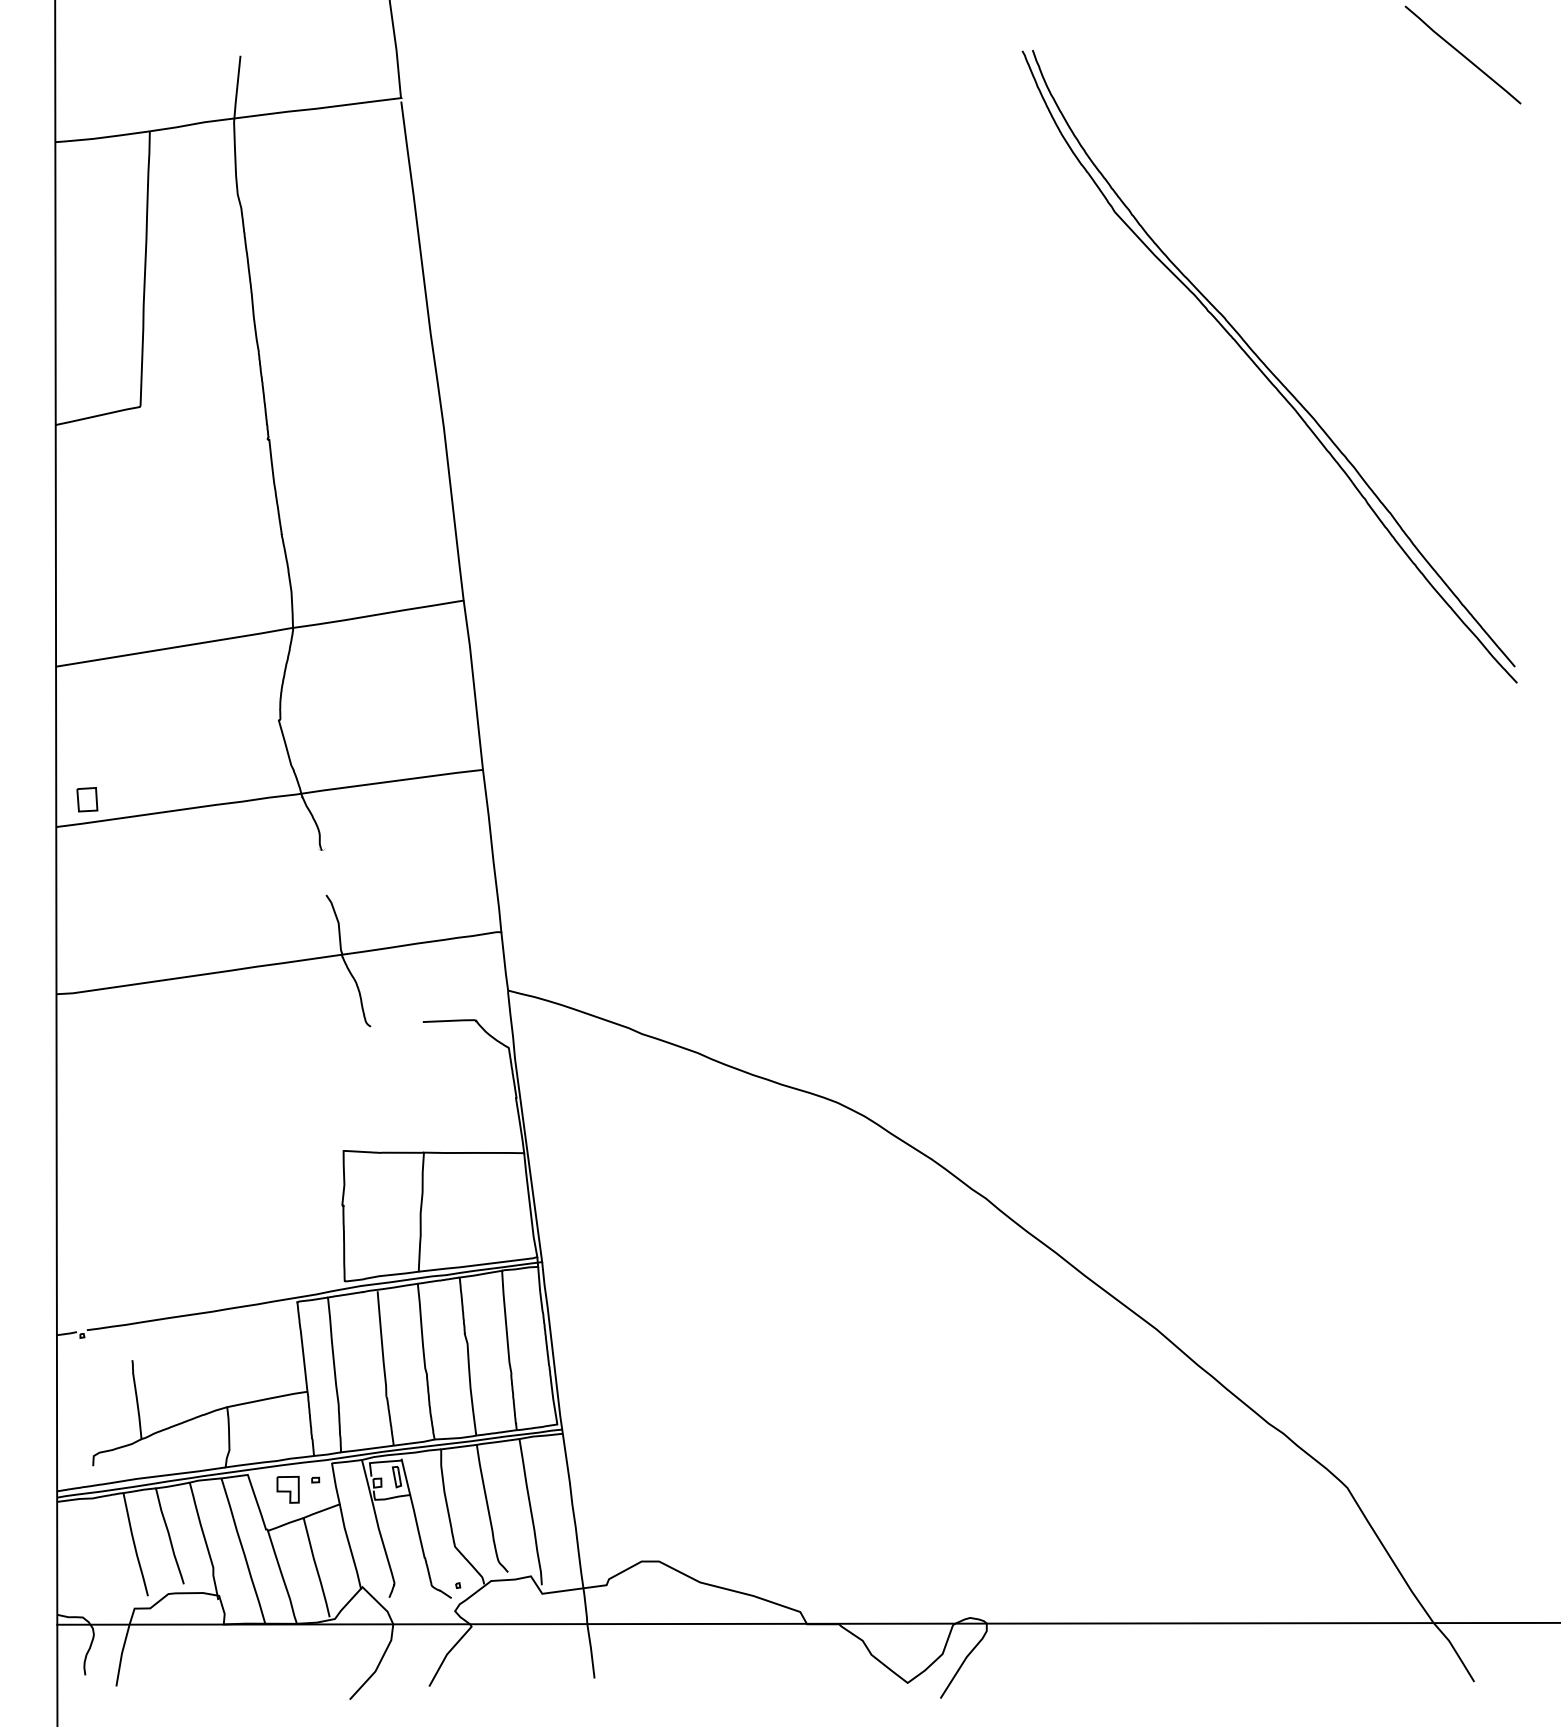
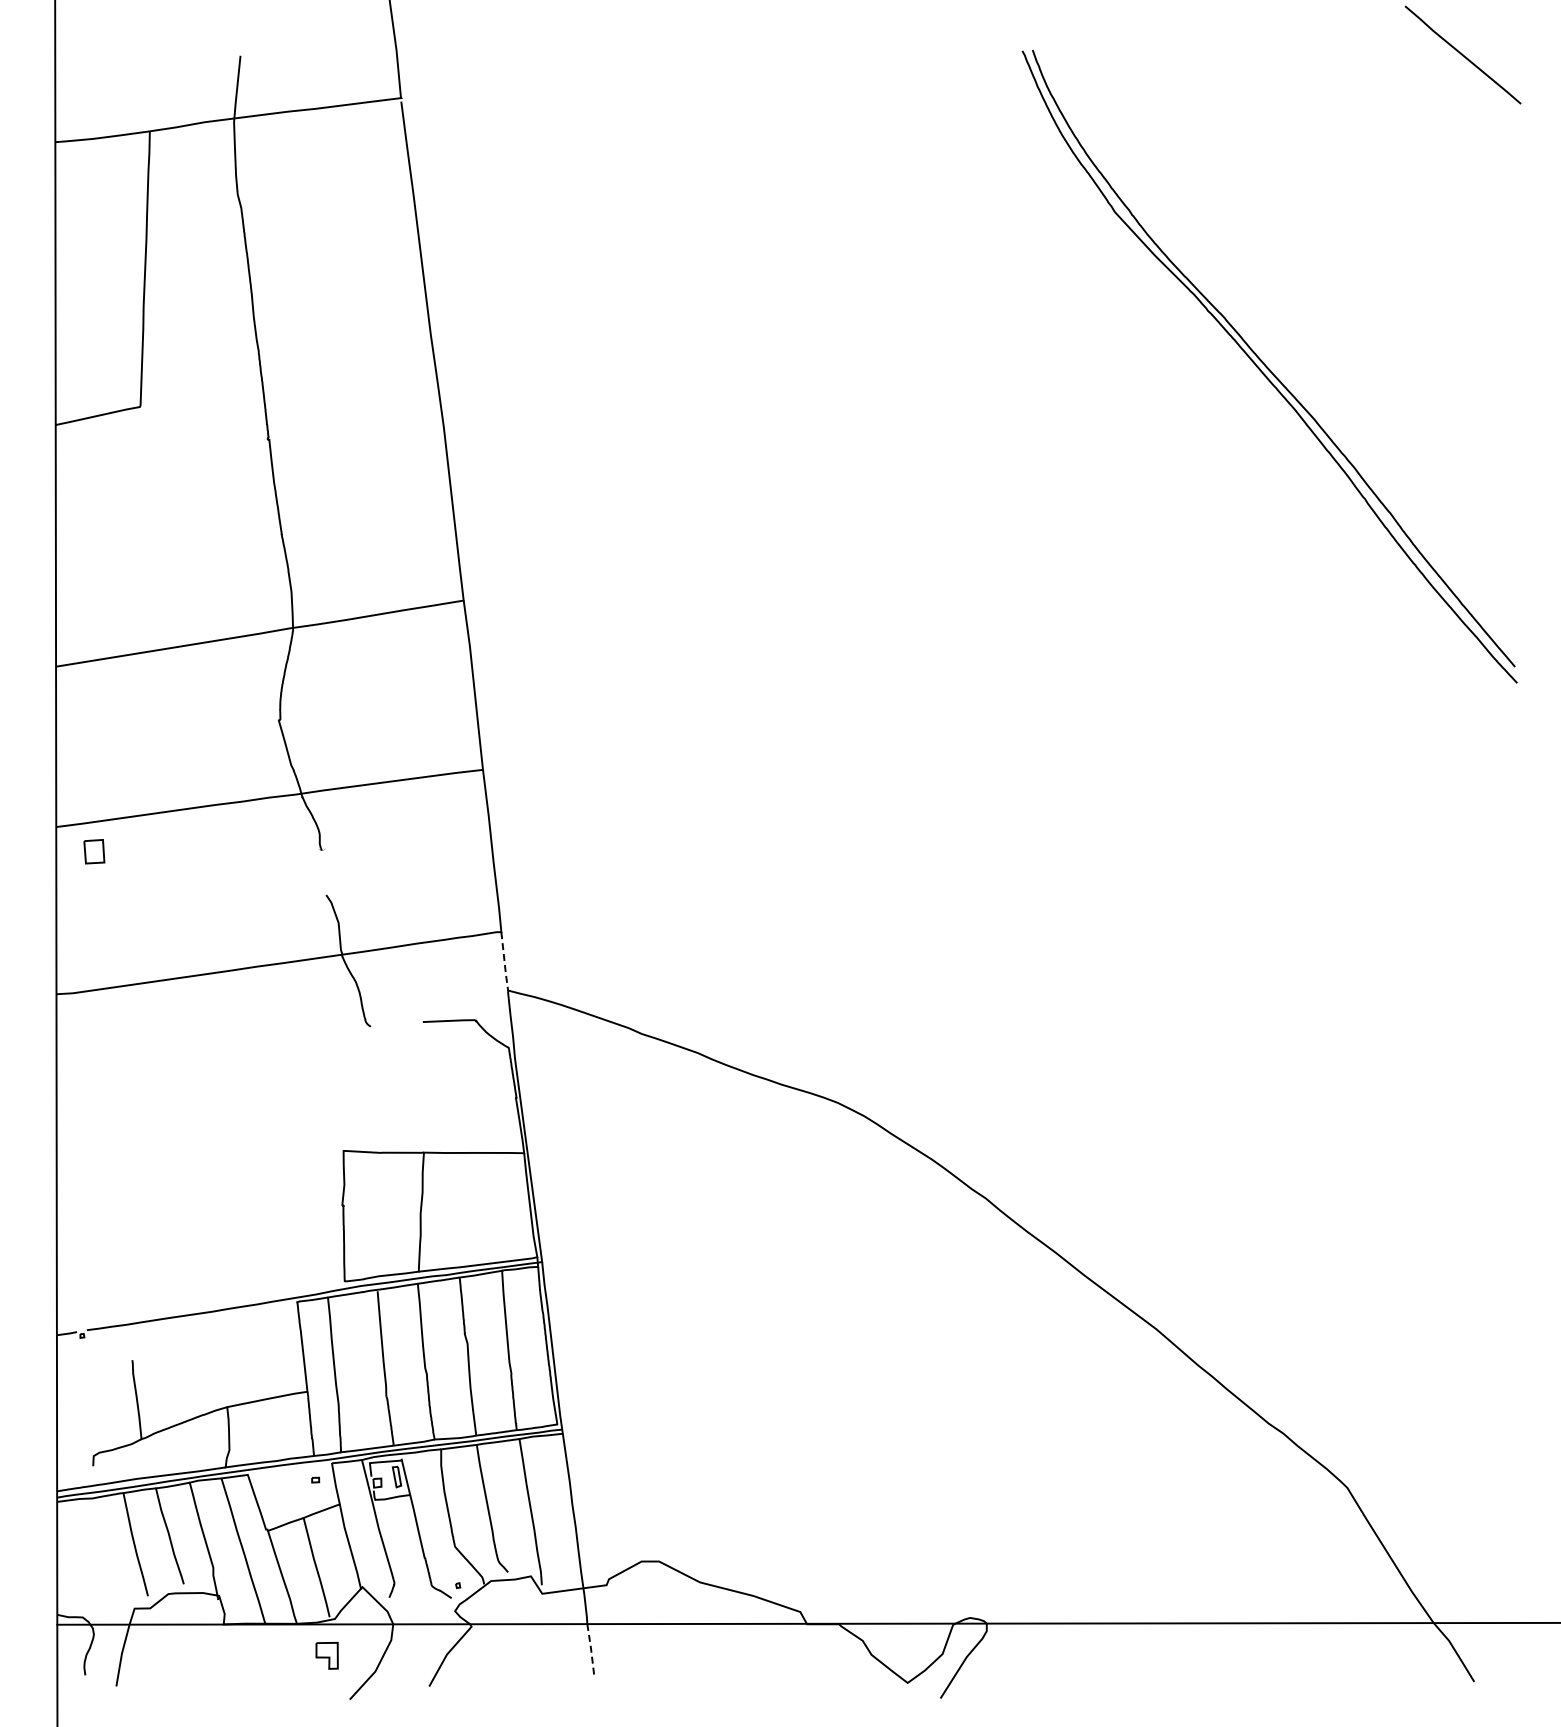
part at (87, 799) position: (87, 799) -> (94, 851)
line at (504, 961): solid -> dashed
part at (287, 1489) position: (287, 1489) -> (326, 1655)
line at (591, 1650): solid -> dashed
